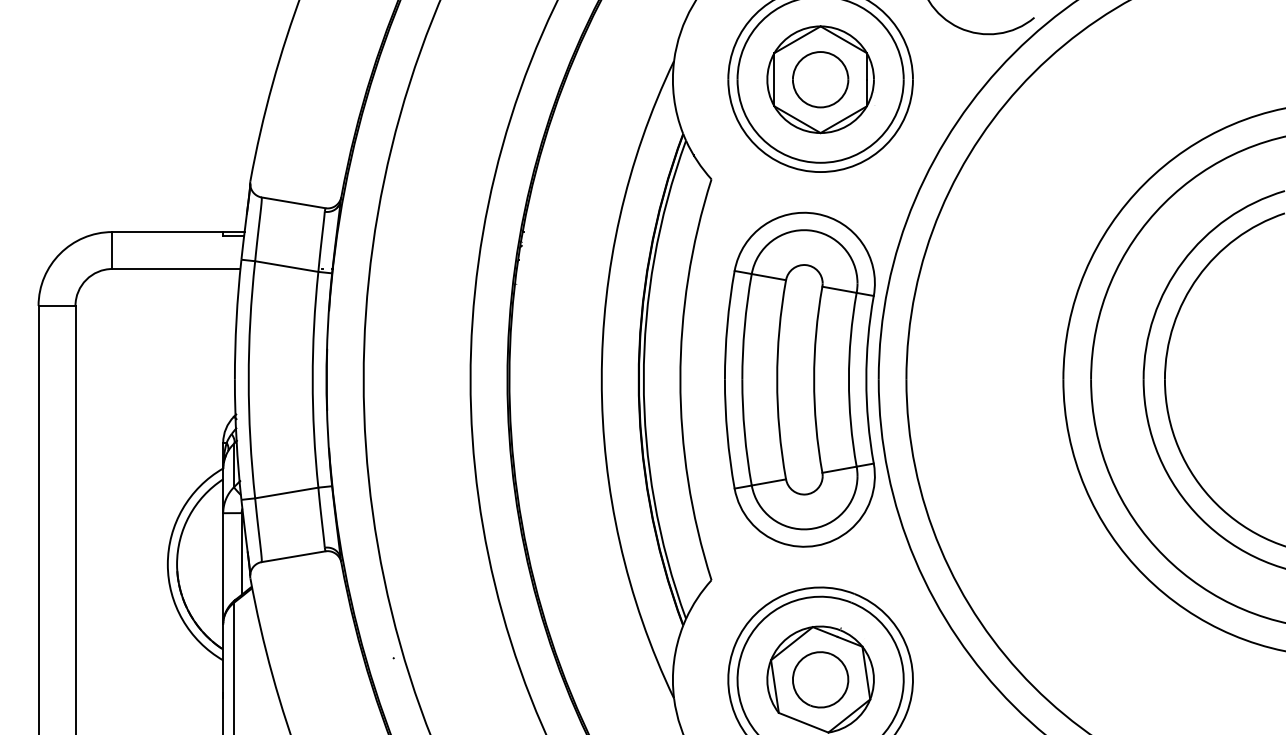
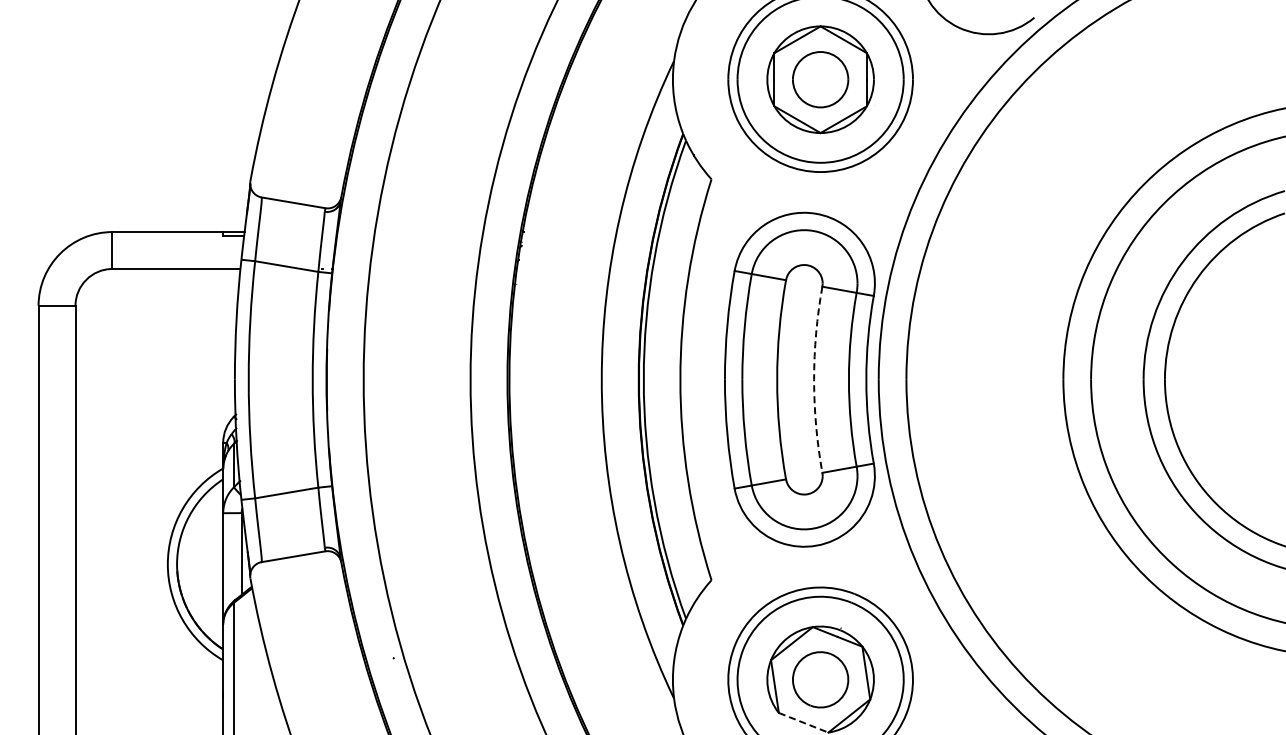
arc at (814, 379): solid -> dashed
line at (803, 722): solid -> dashed
